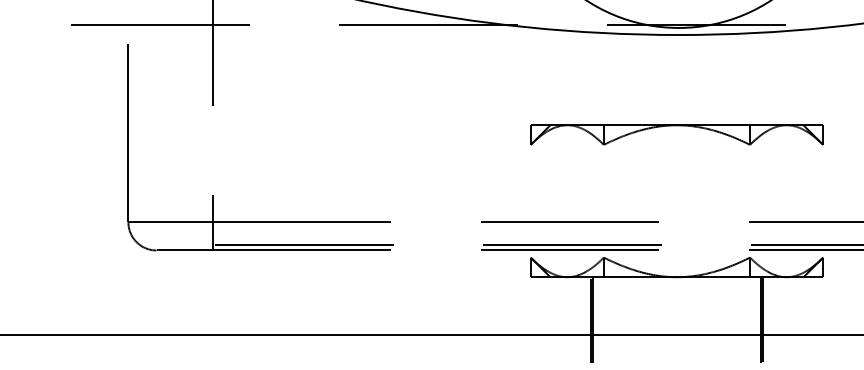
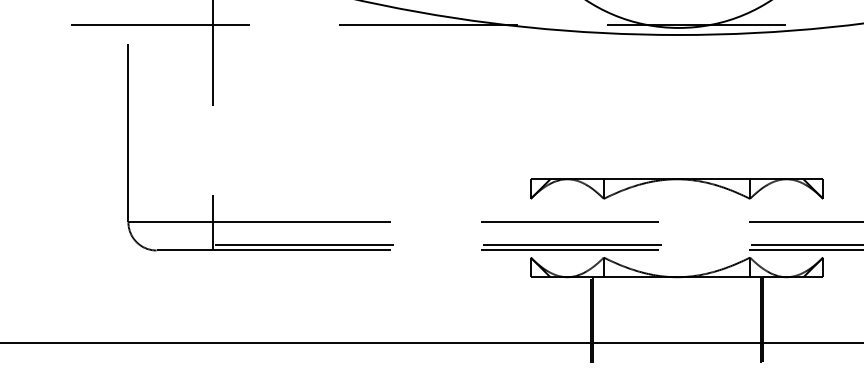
part at (676, 126) position: (676, 126) -> (676, 180)
line at (431, 334) position: (431, 334) -> (431, 342)
